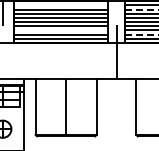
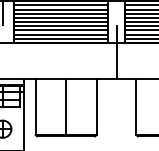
line at (60, 5): none -> present
line at (142, 9): dashed -> solid
line at (60, 30): none -> present
line at (142, 34): dashed -> solid
